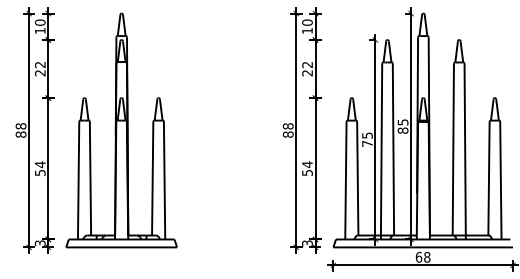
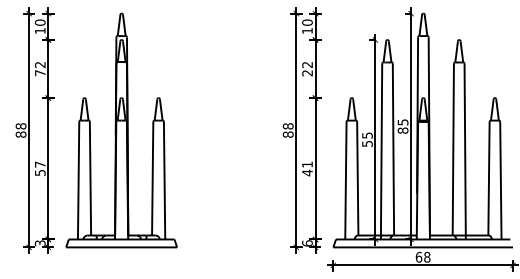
text at (40, 73): 22 -> 72
text at (367, 143): 75 -> 55
text at (40, 164): 54 -> 57
text at (307, 168): 54 -> 41
text at (307, 243): 3 -> 6
